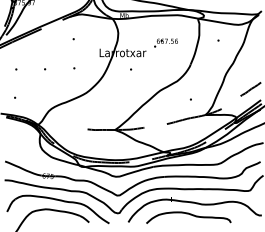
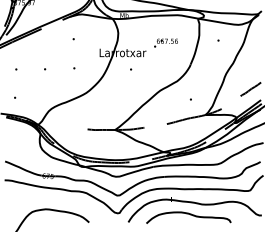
part at (59, 201): present -> none
